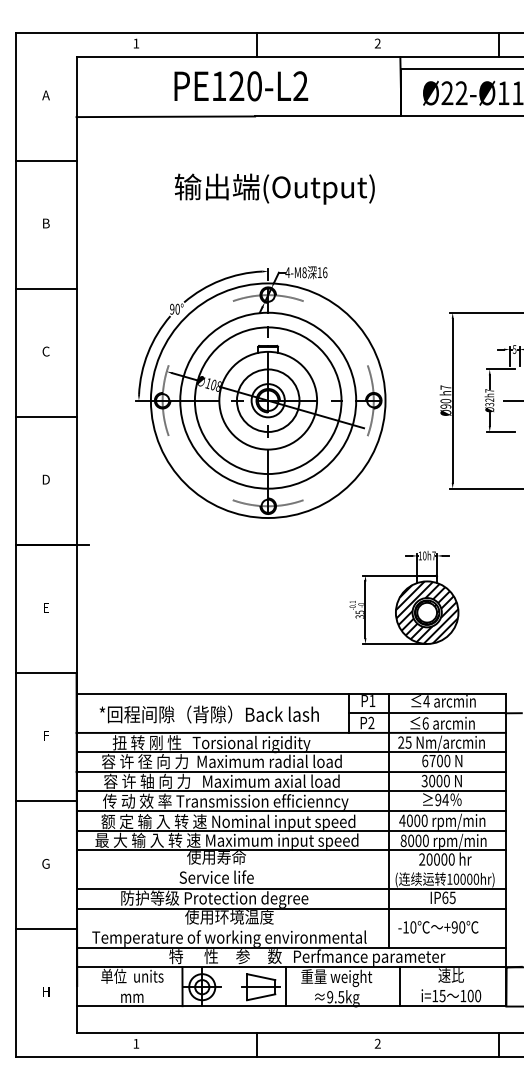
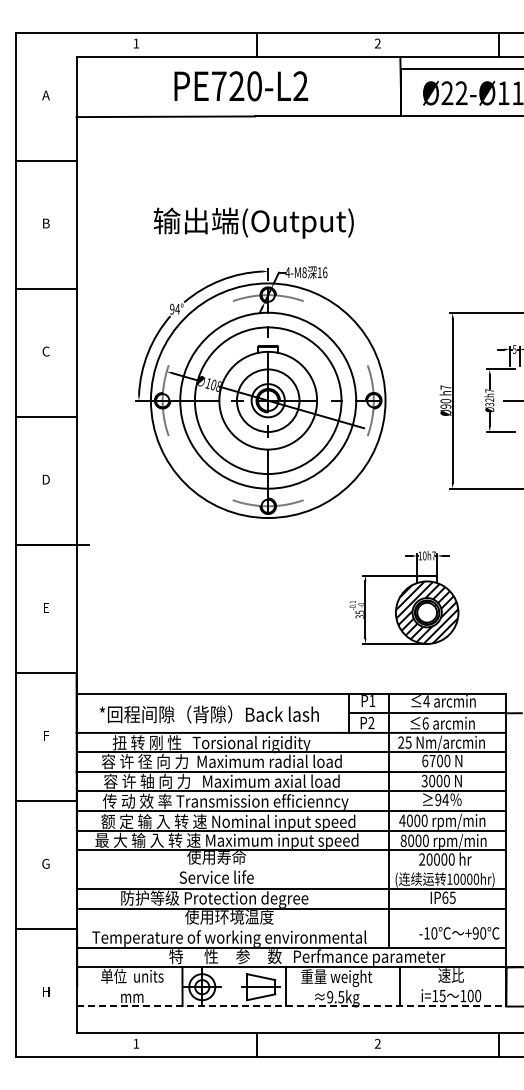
text at (219, 85): PE120-L2 -> PE720-L2
text at (274, 188) position: (274, 188) -> (253, 222)
text at (177, 308): 90° -> 94°
text at (438, 926) position: (438, 926) -> (459, 932)
line at (291, 1006): solid -> dashed
